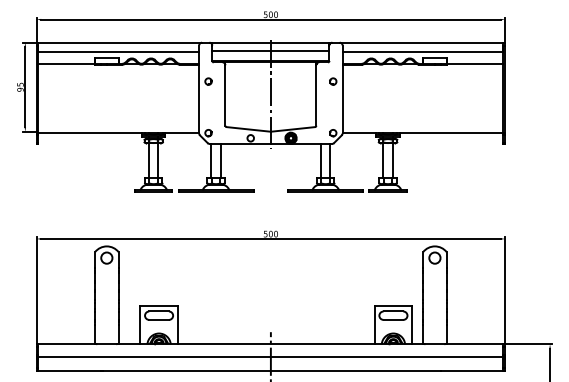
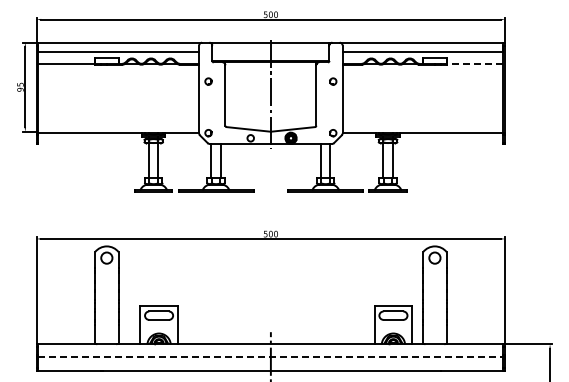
line at (270, 51): present -> none
line at (474, 63): solid -> dashed
line at (271, 357): solid -> dashed
